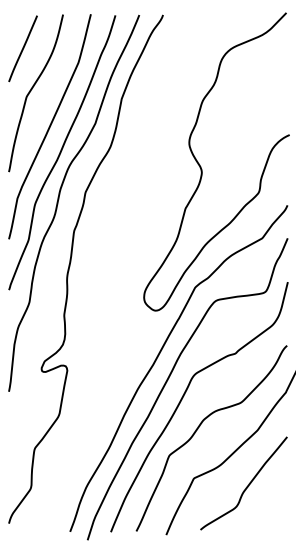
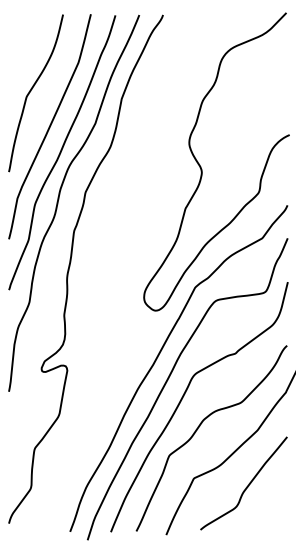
line at (22, 48): present -> none
